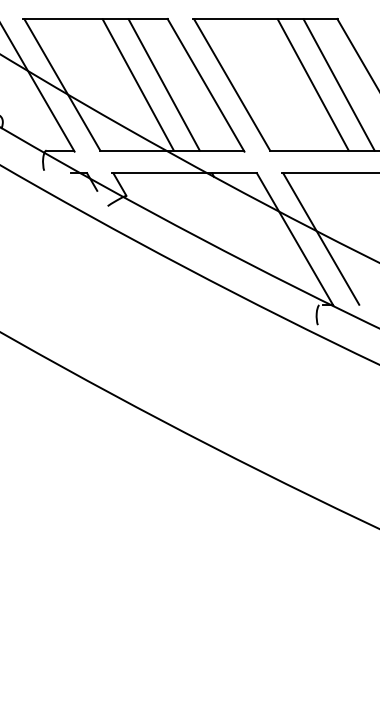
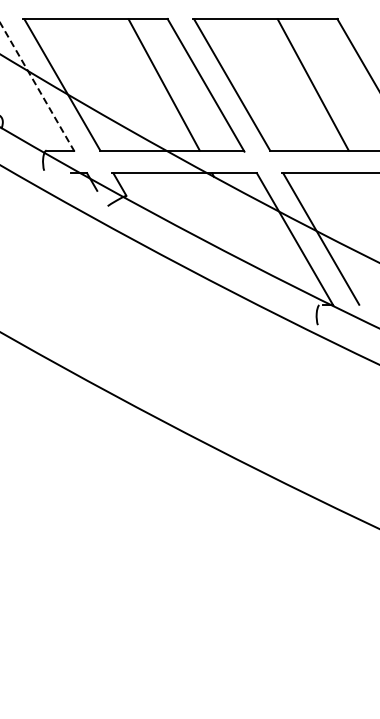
line at (137, 84): present -> none
line at (338, 84): present -> none
line at (37, 87): solid -> dashed
